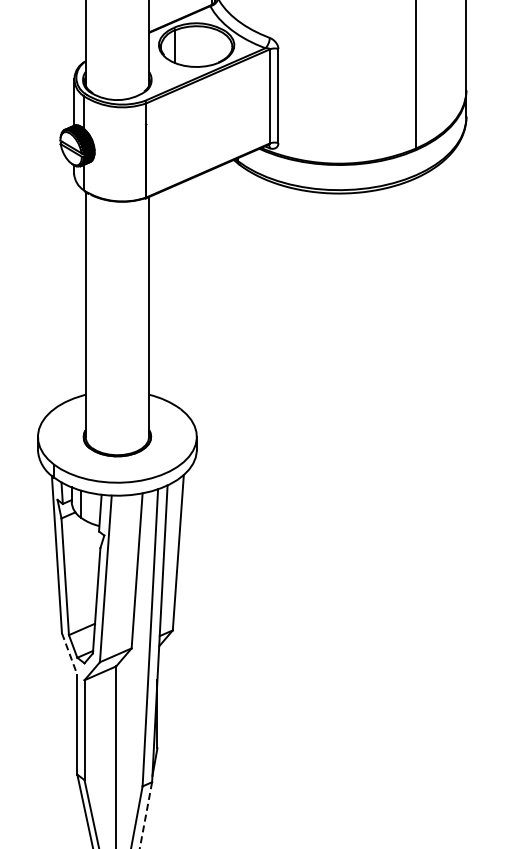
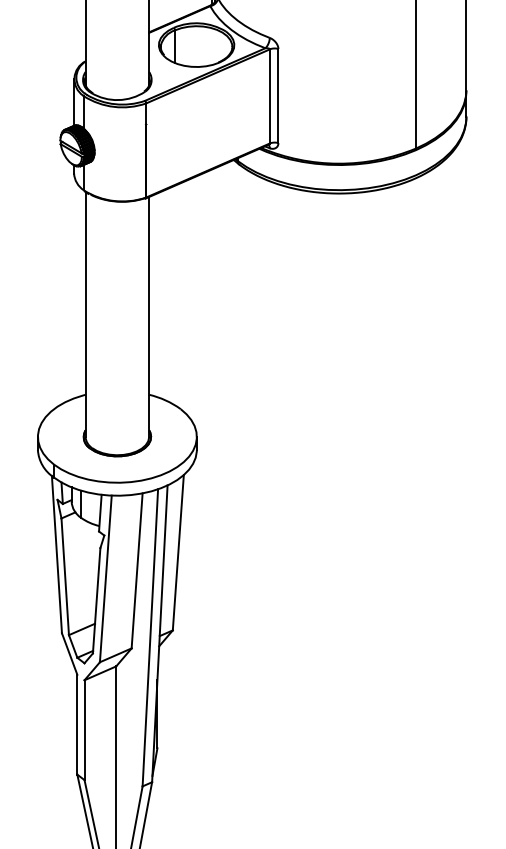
line at (69, 654): dashed -> solid
line at (145, 815): dashed -> solid
